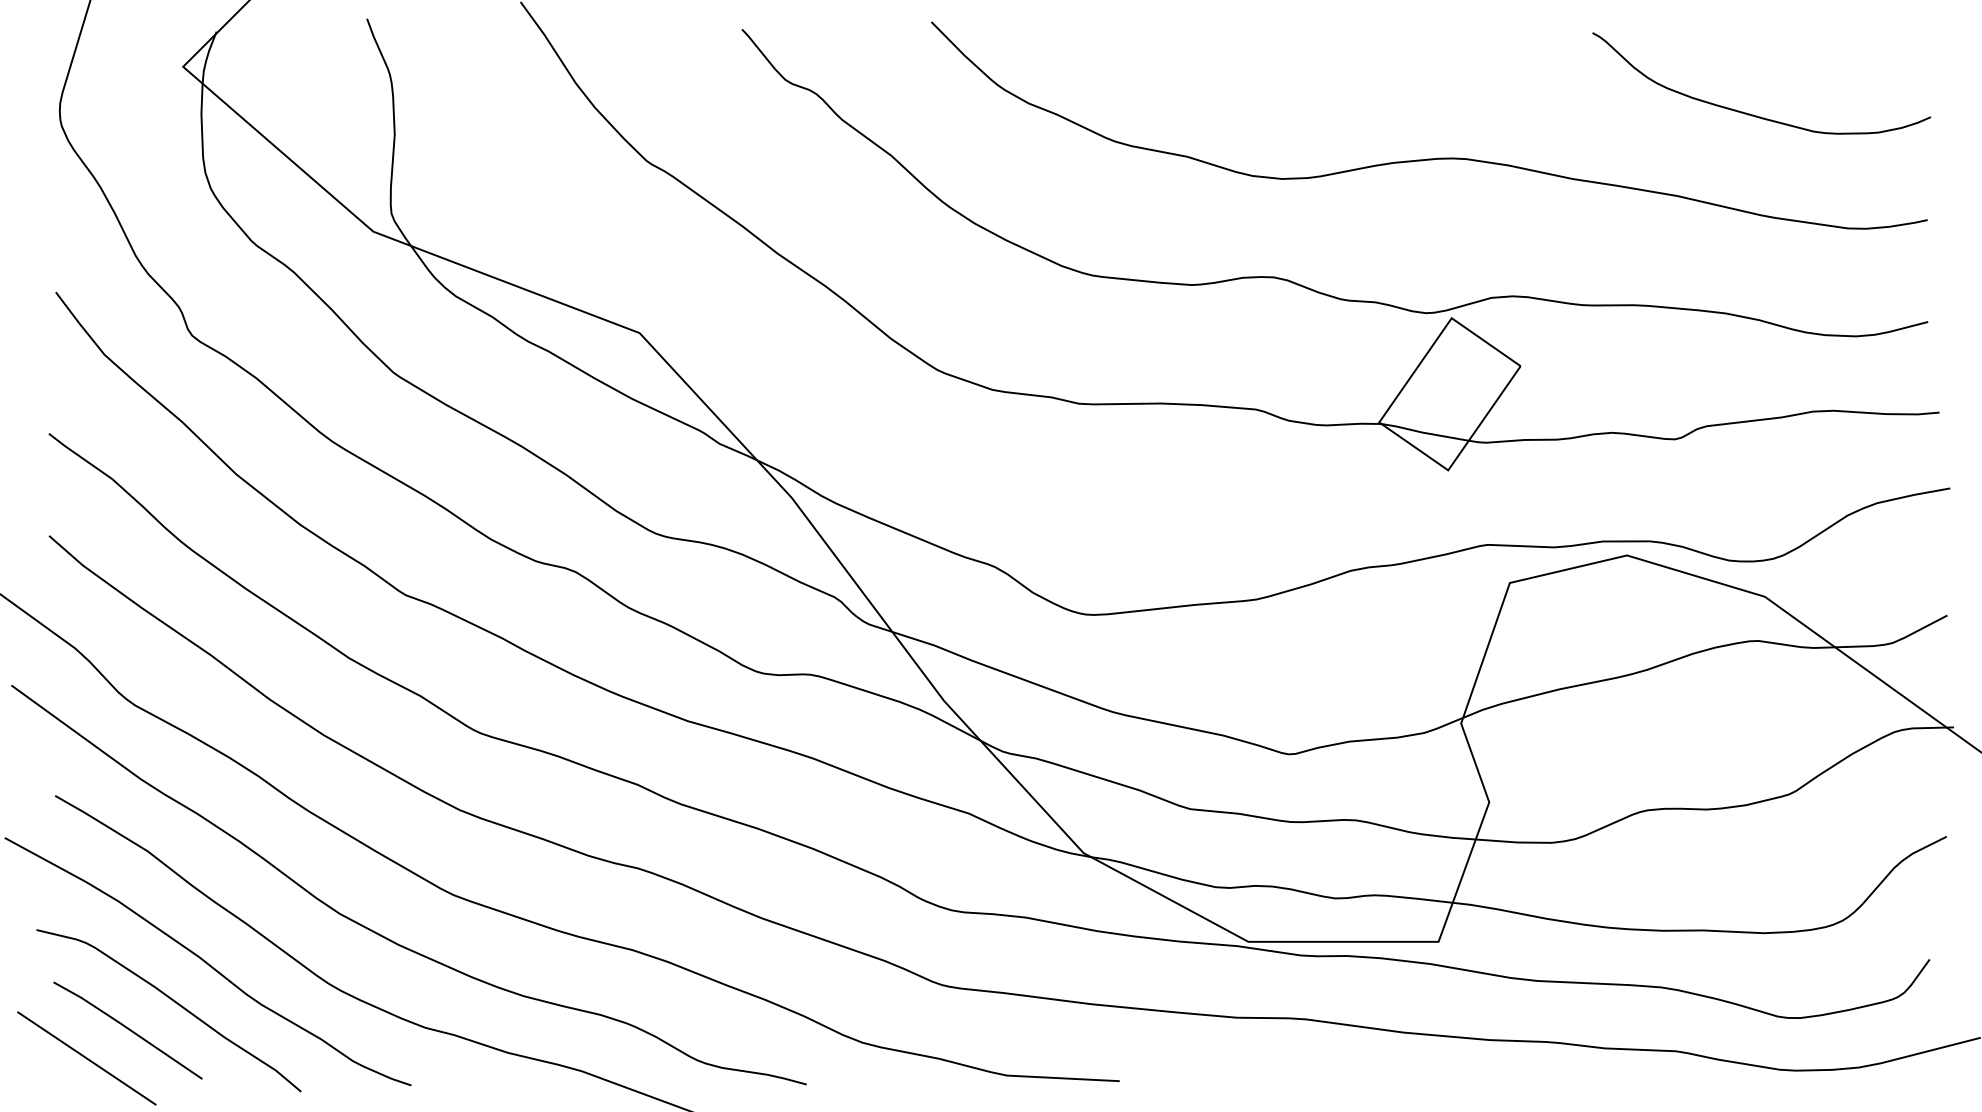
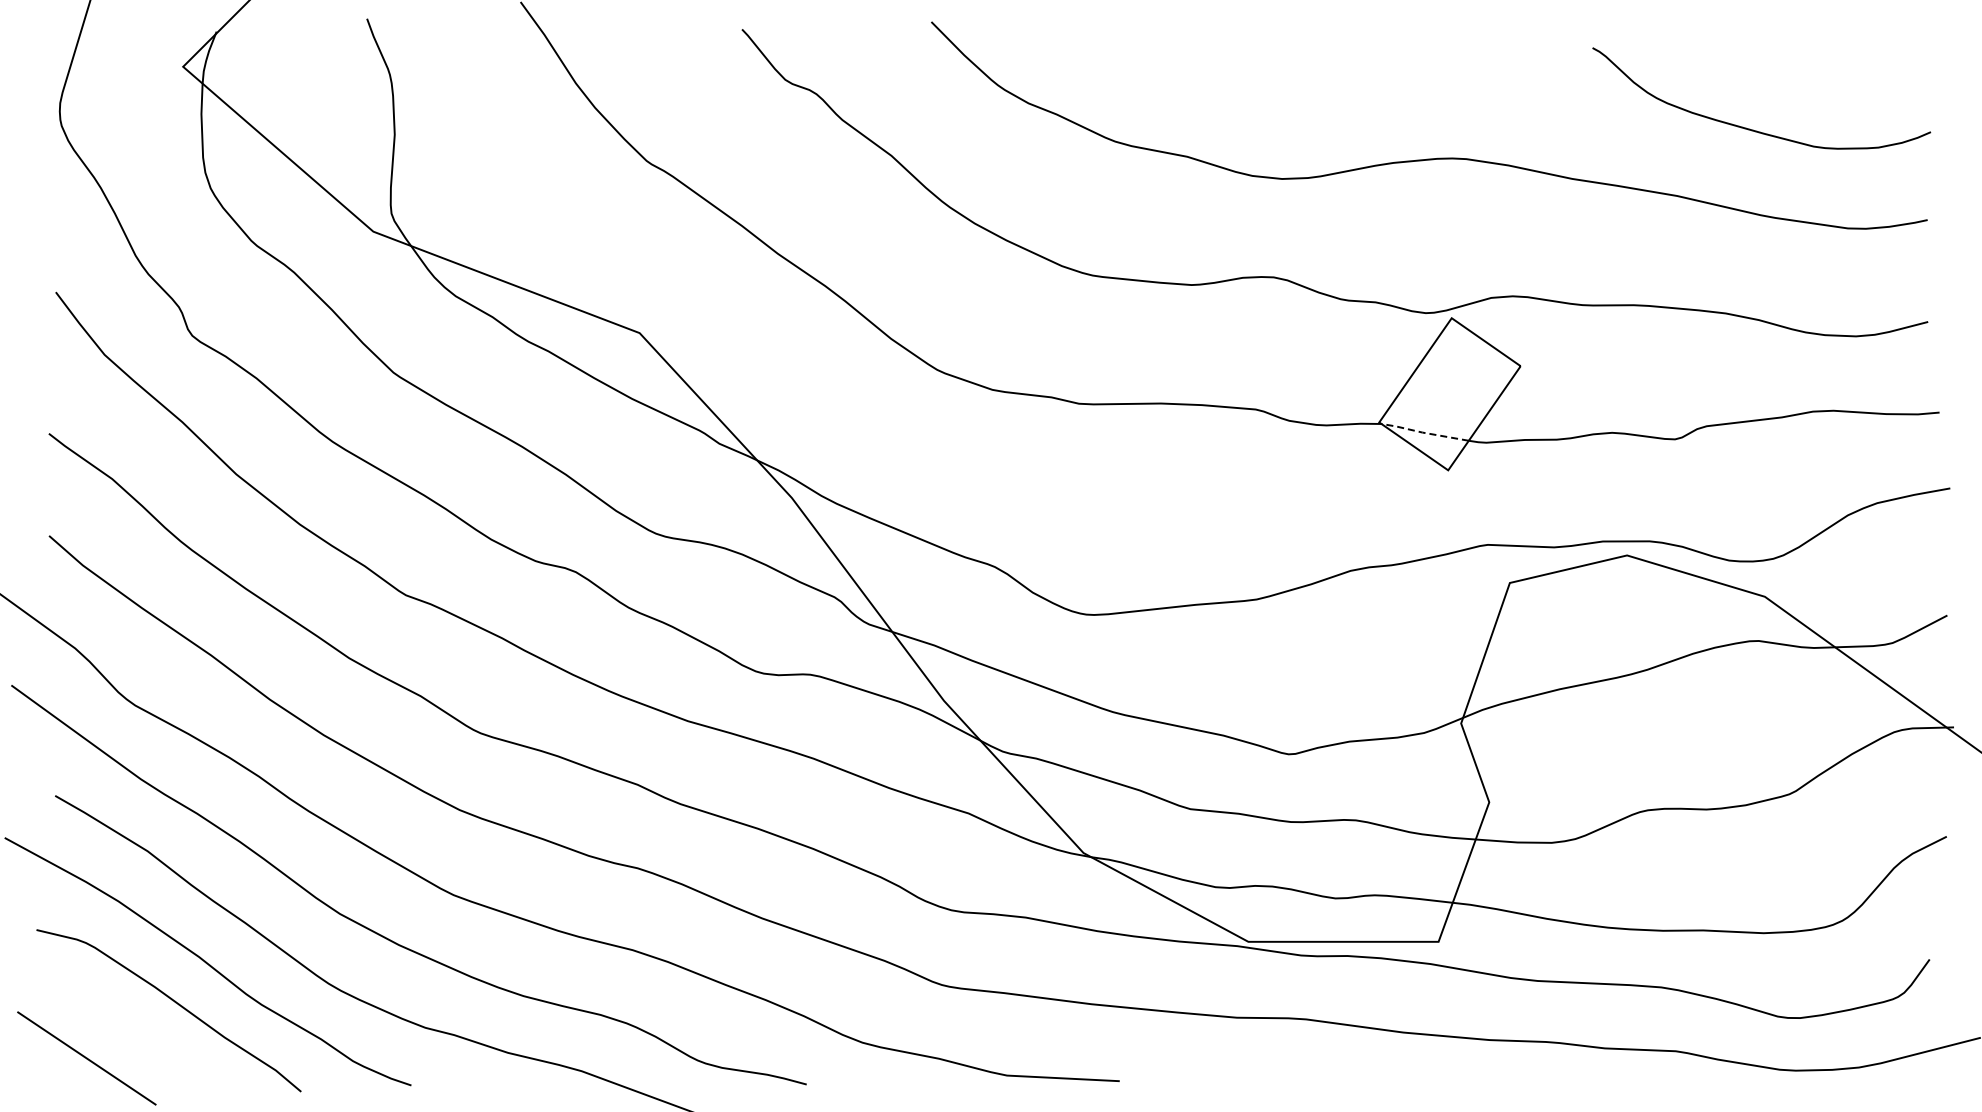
curve at (1753, 114) position: (1753, 114) -> (1753, 129)
line at (1423, 432): solid -> dashed
line at (127, 1029): present -> none
